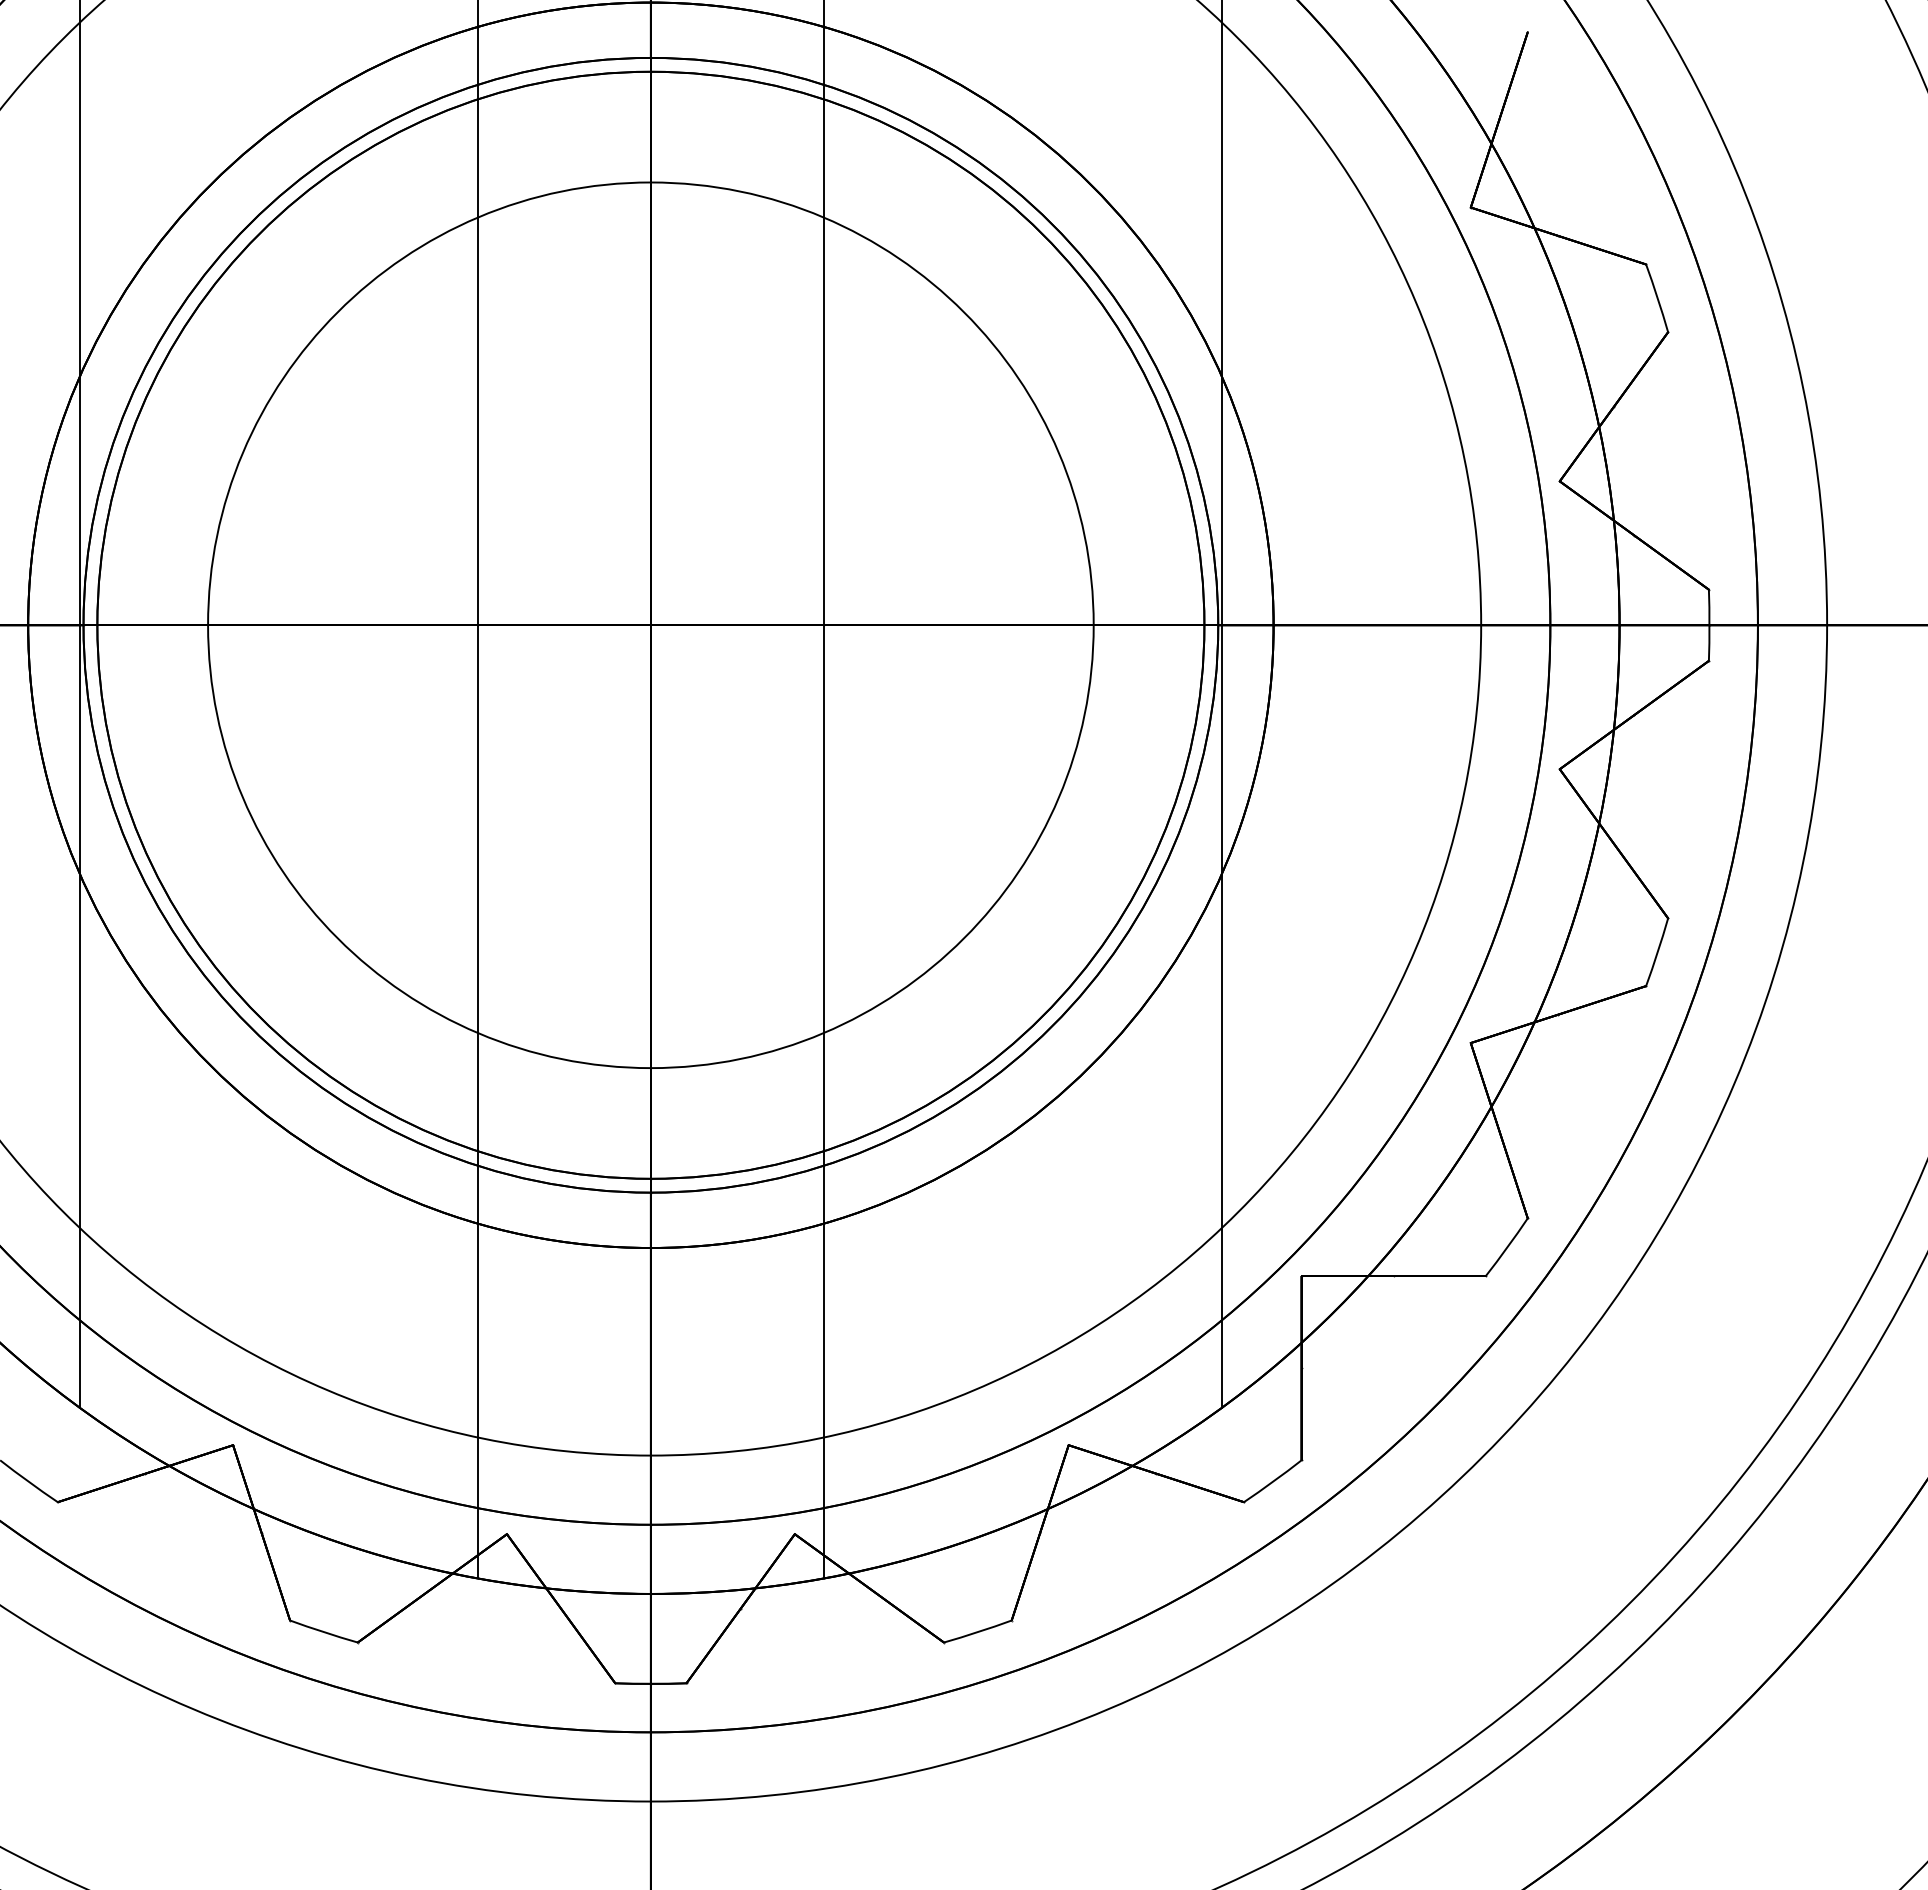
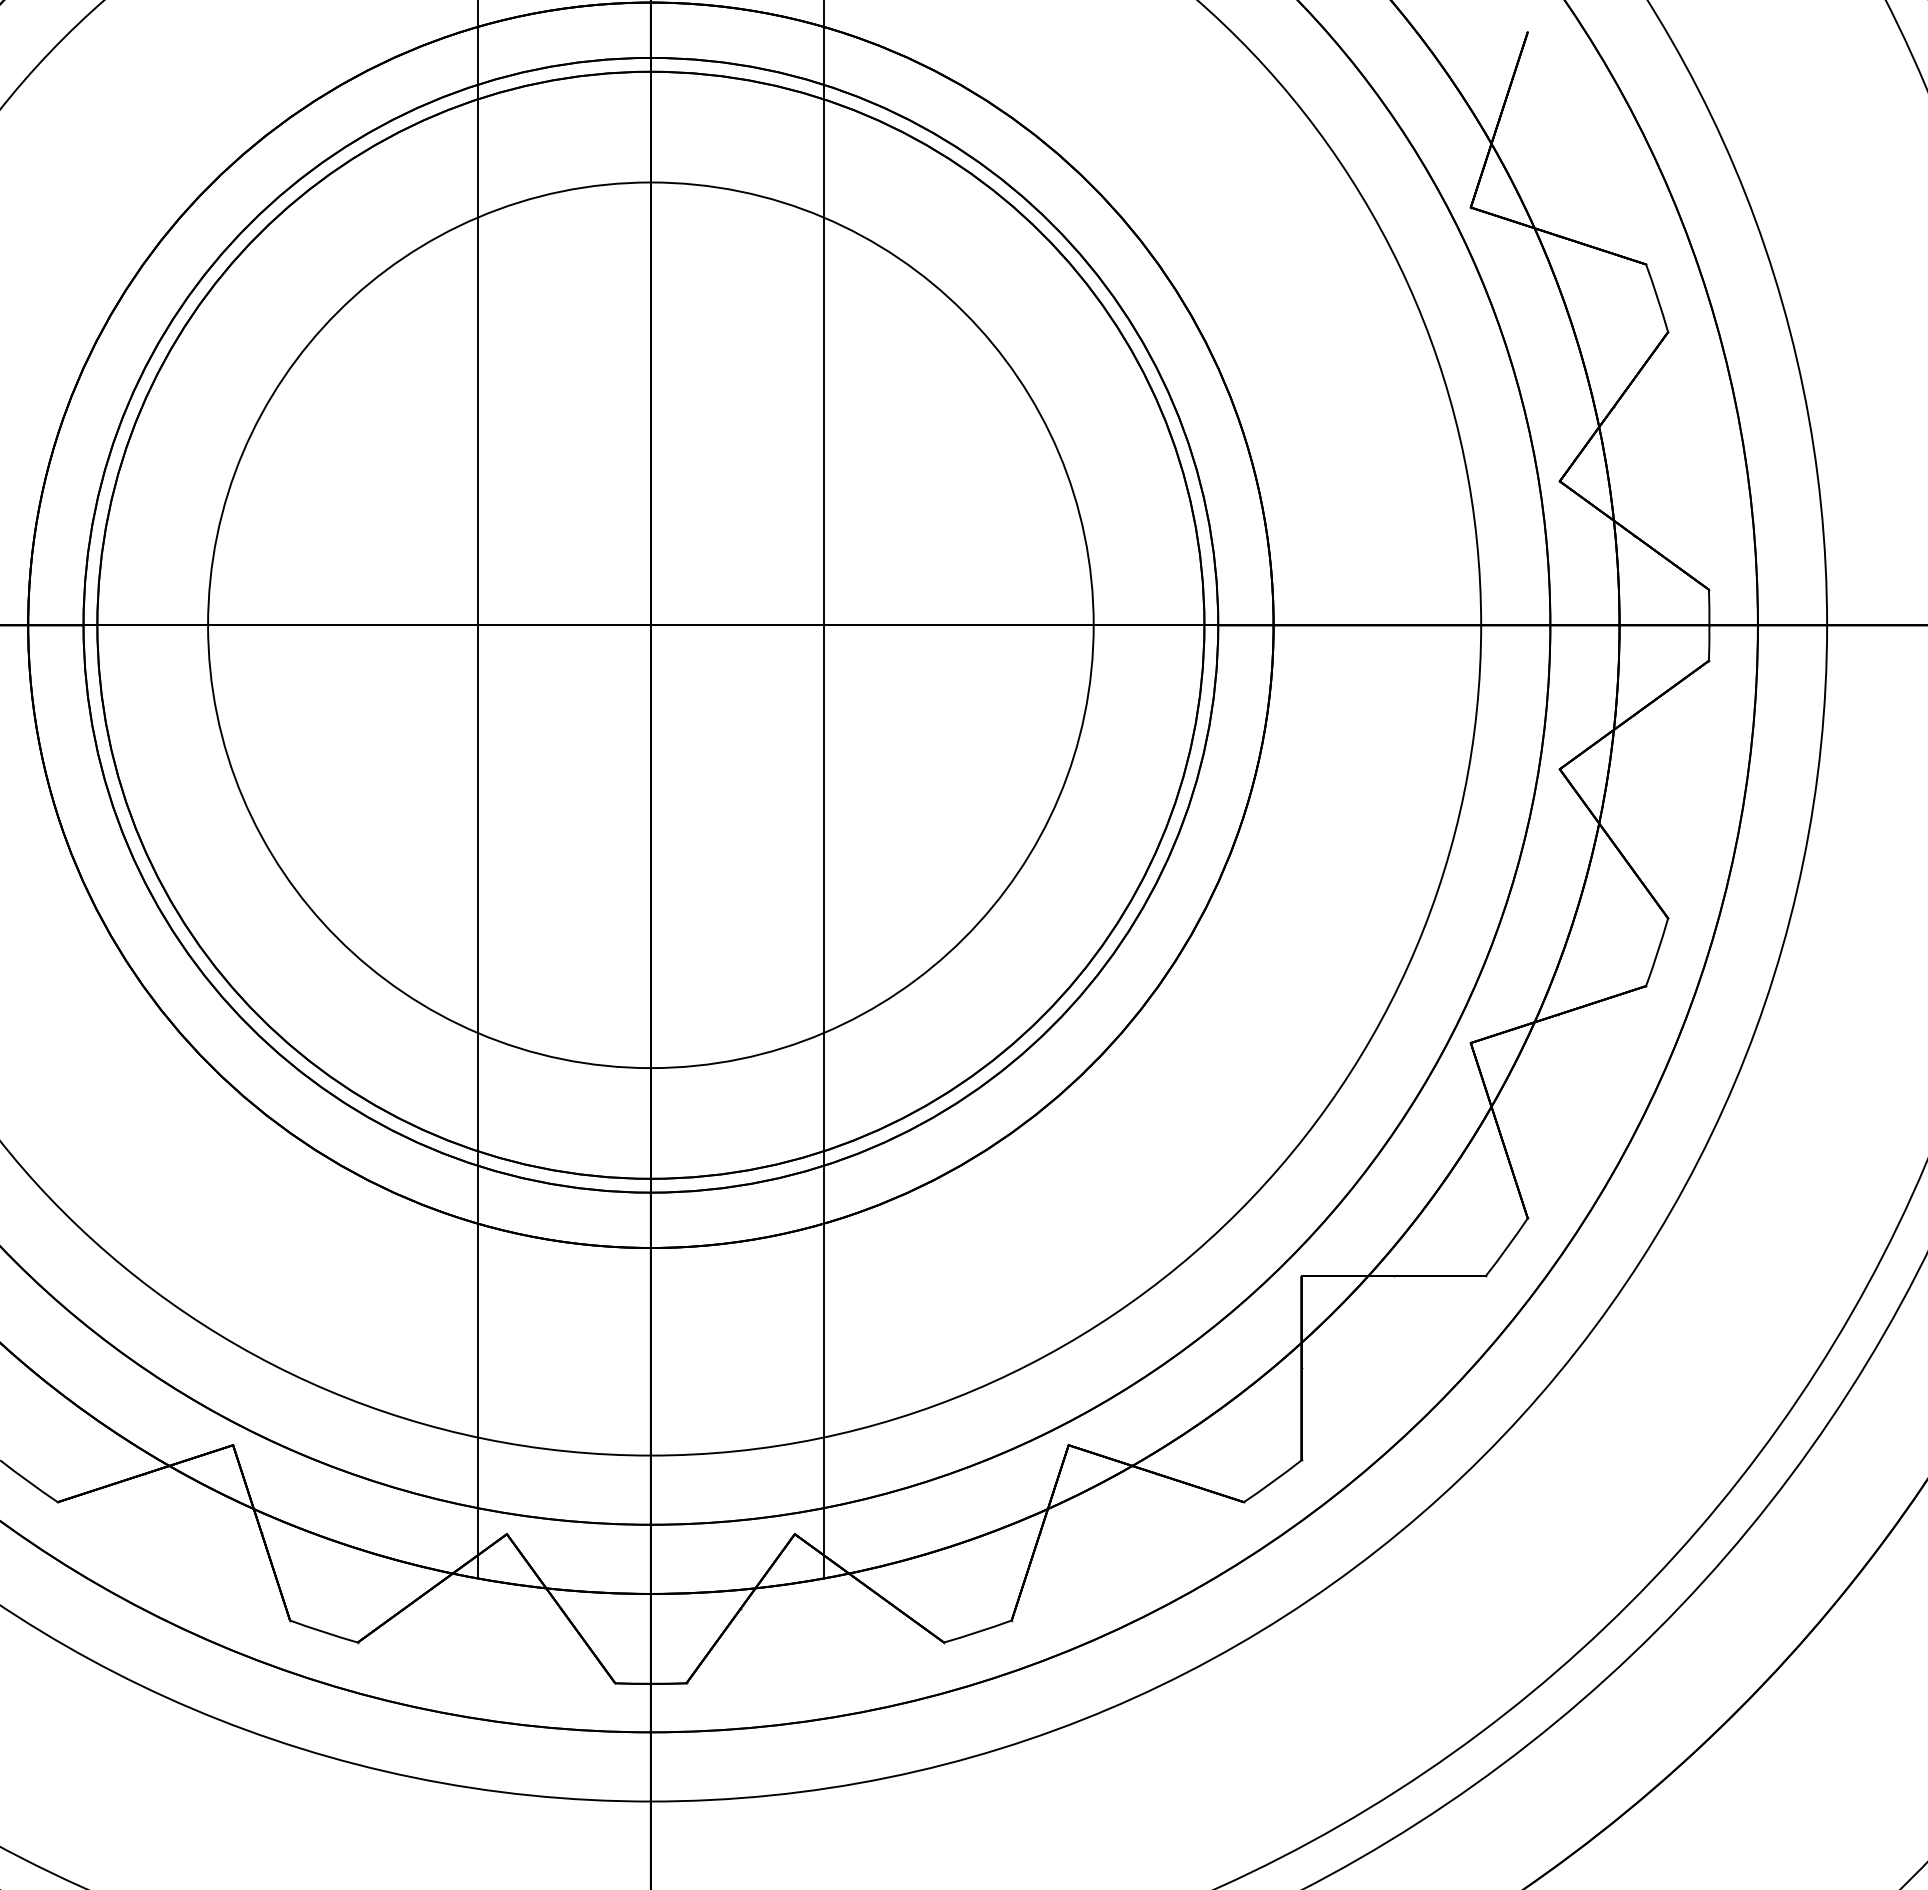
line at (80, 704): present -> none
line at (1221, 704): present -> none
